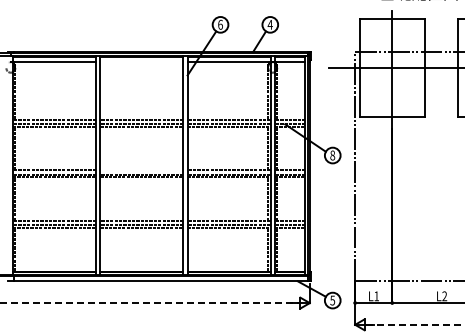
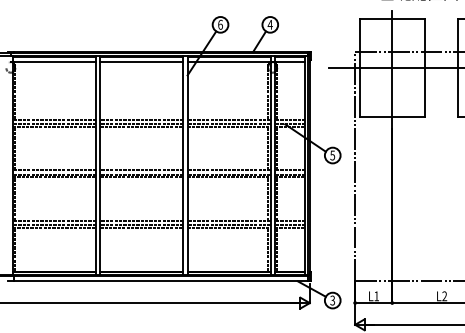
line at (141, 62): none -> present
text at (332, 155): 8 -> 5
line at (141, 170): none -> present
text at (332, 299): 5 -> 3
line at (149, 303): dashed -> solid
line at (415, 324): dashed -> solid
